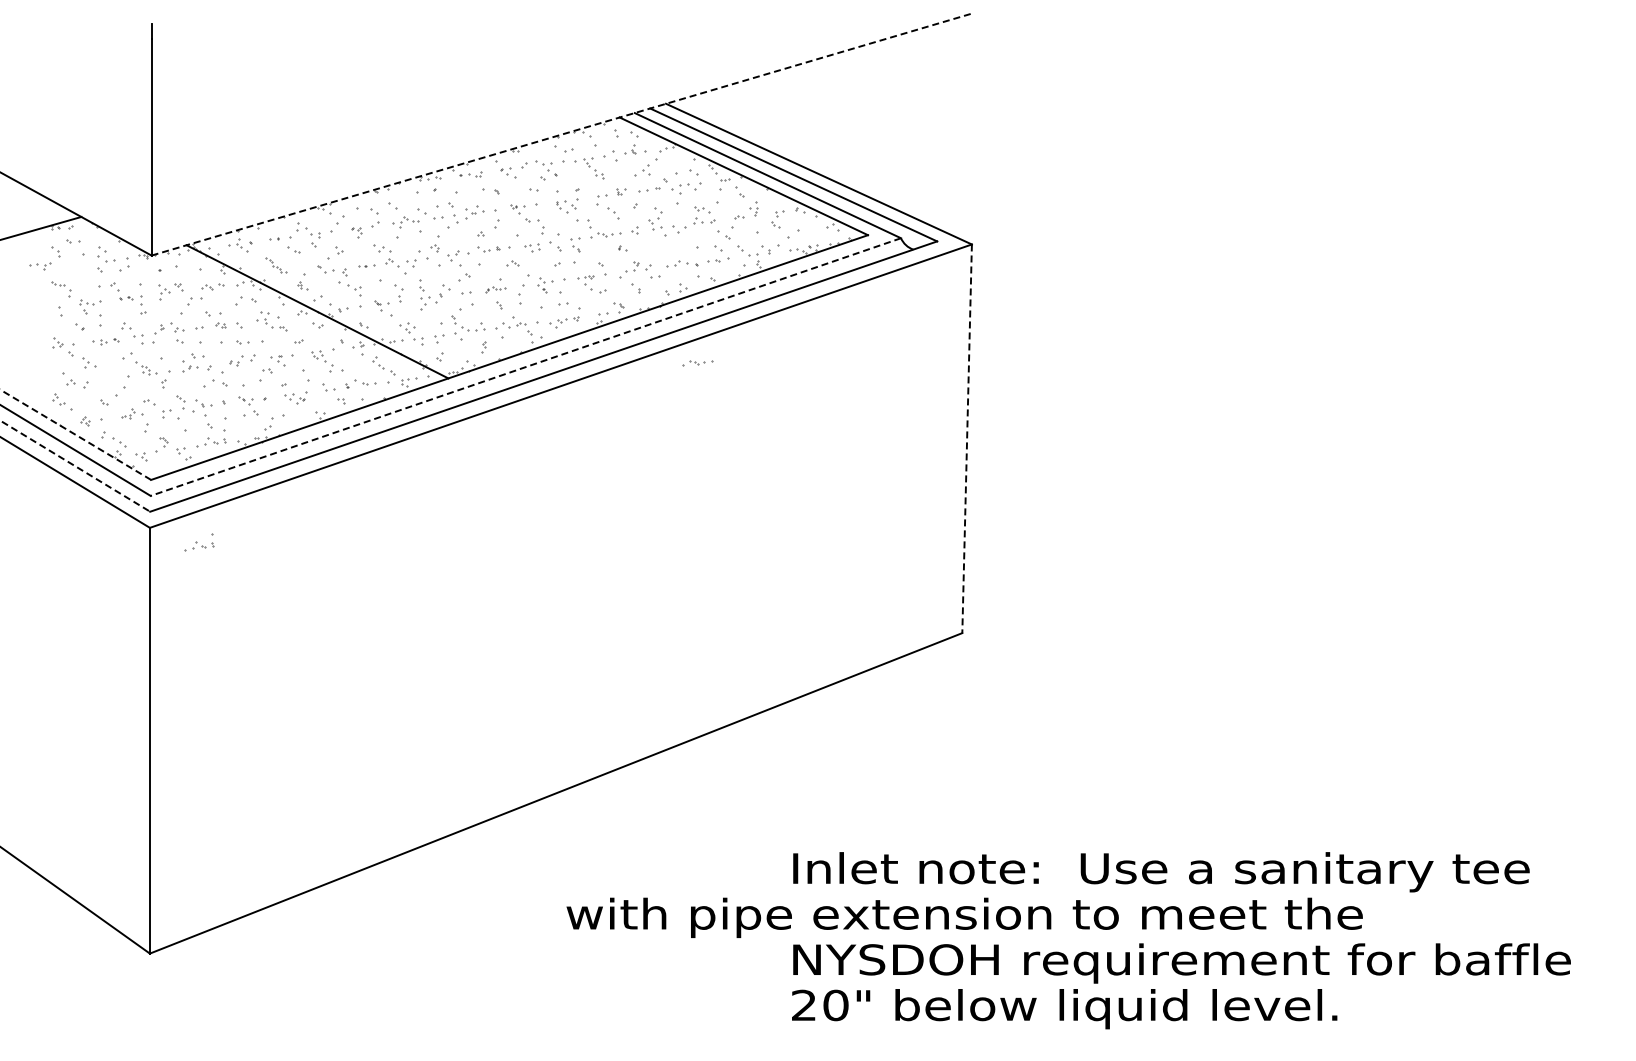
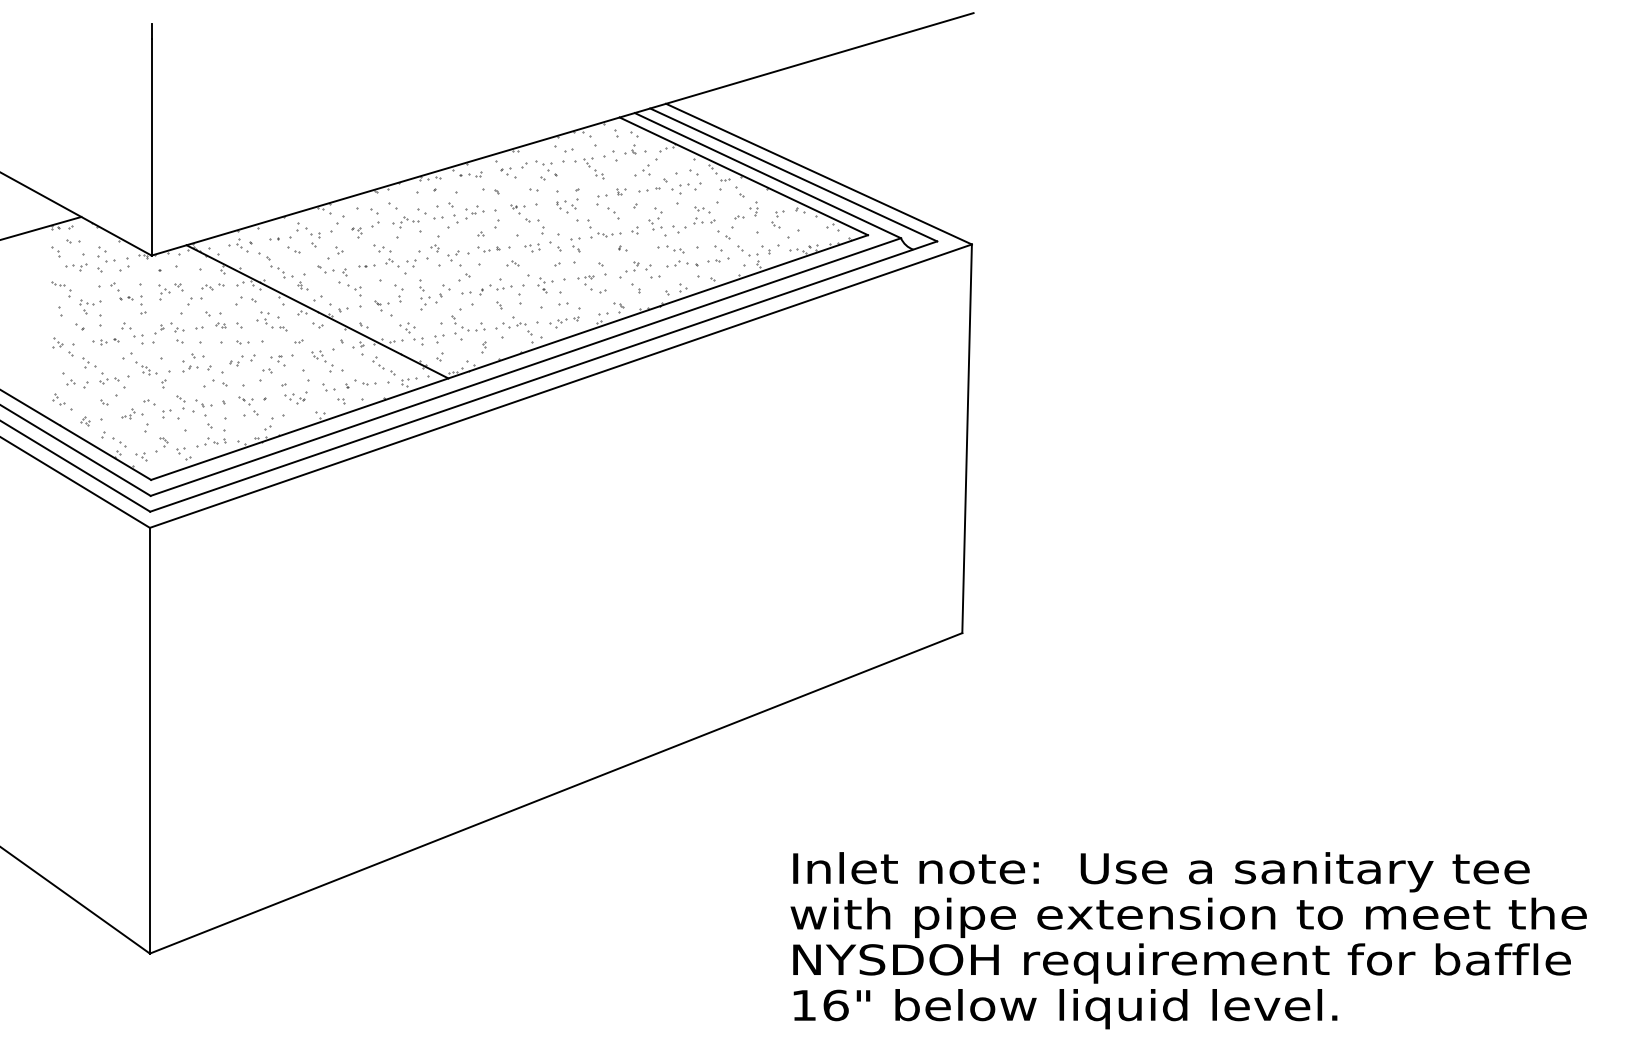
line at (563, 134): dashed -> solid
part at (670, 249): none -> present
part at (276, 265) size: 23x17 px -> 36x27 px
part at (40, 266) position: (40, 266) -> (76, 267)
part at (495, 289) size: 22x8 px -> 34x12 px
part at (697, 363): present -> none
line at (525, 367): dashed -> solid
part at (109, 378): none -> present
line at (75, 434): dashed -> solid
line at (967, 439): dashed -> solid
line at (75, 466): dashed -> solid
part at (199, 542): present -> none
text at (964, 917) position: (964, 917) -> (1188, 917)
text at (820, 1005): 20" -> 16"
